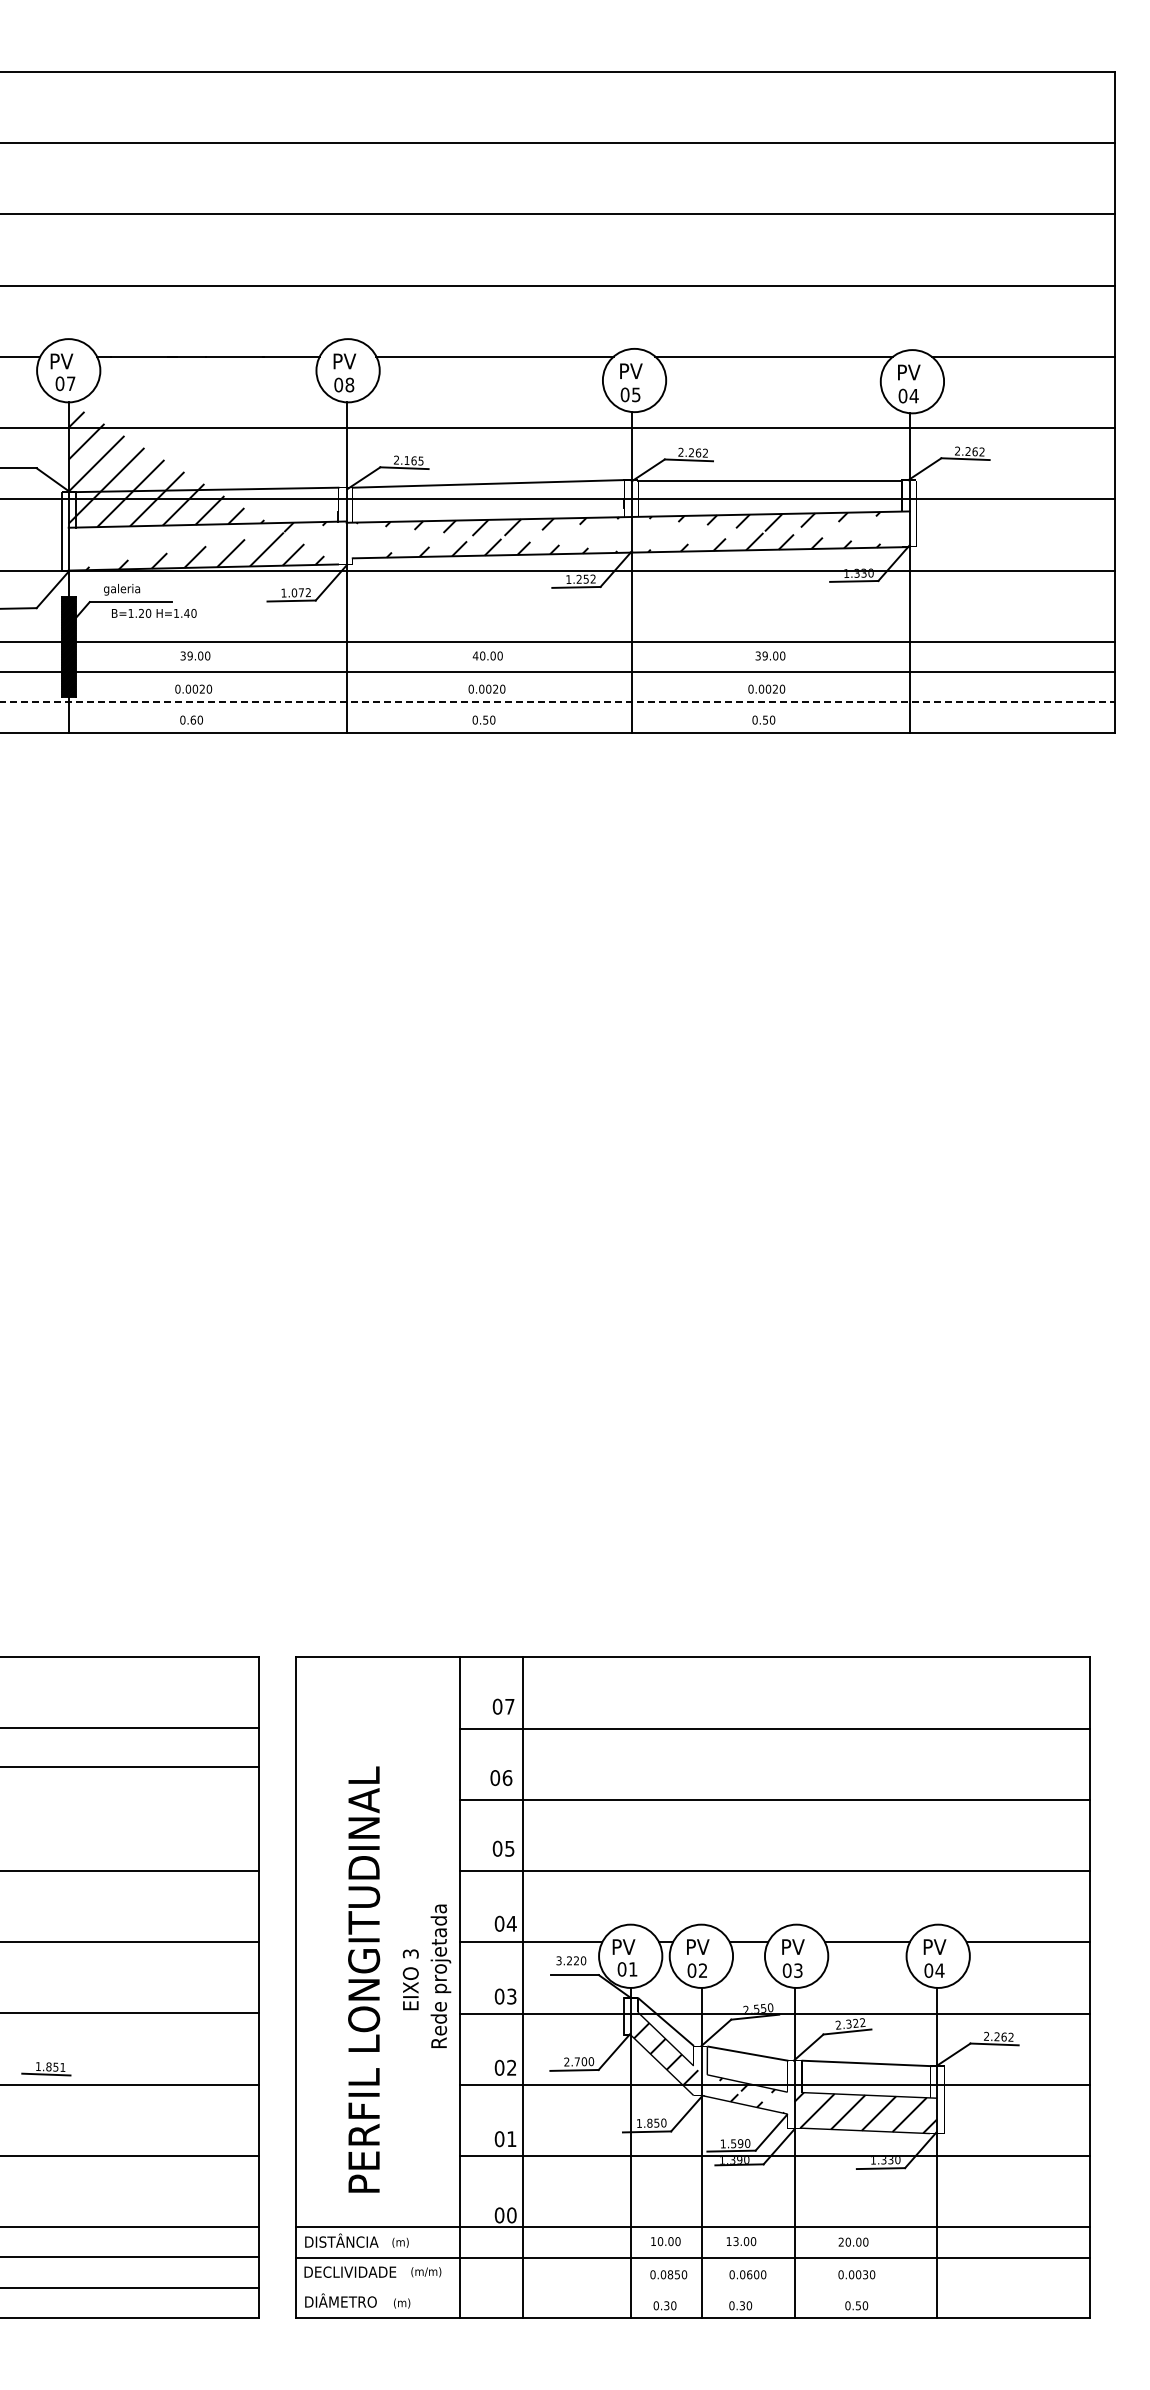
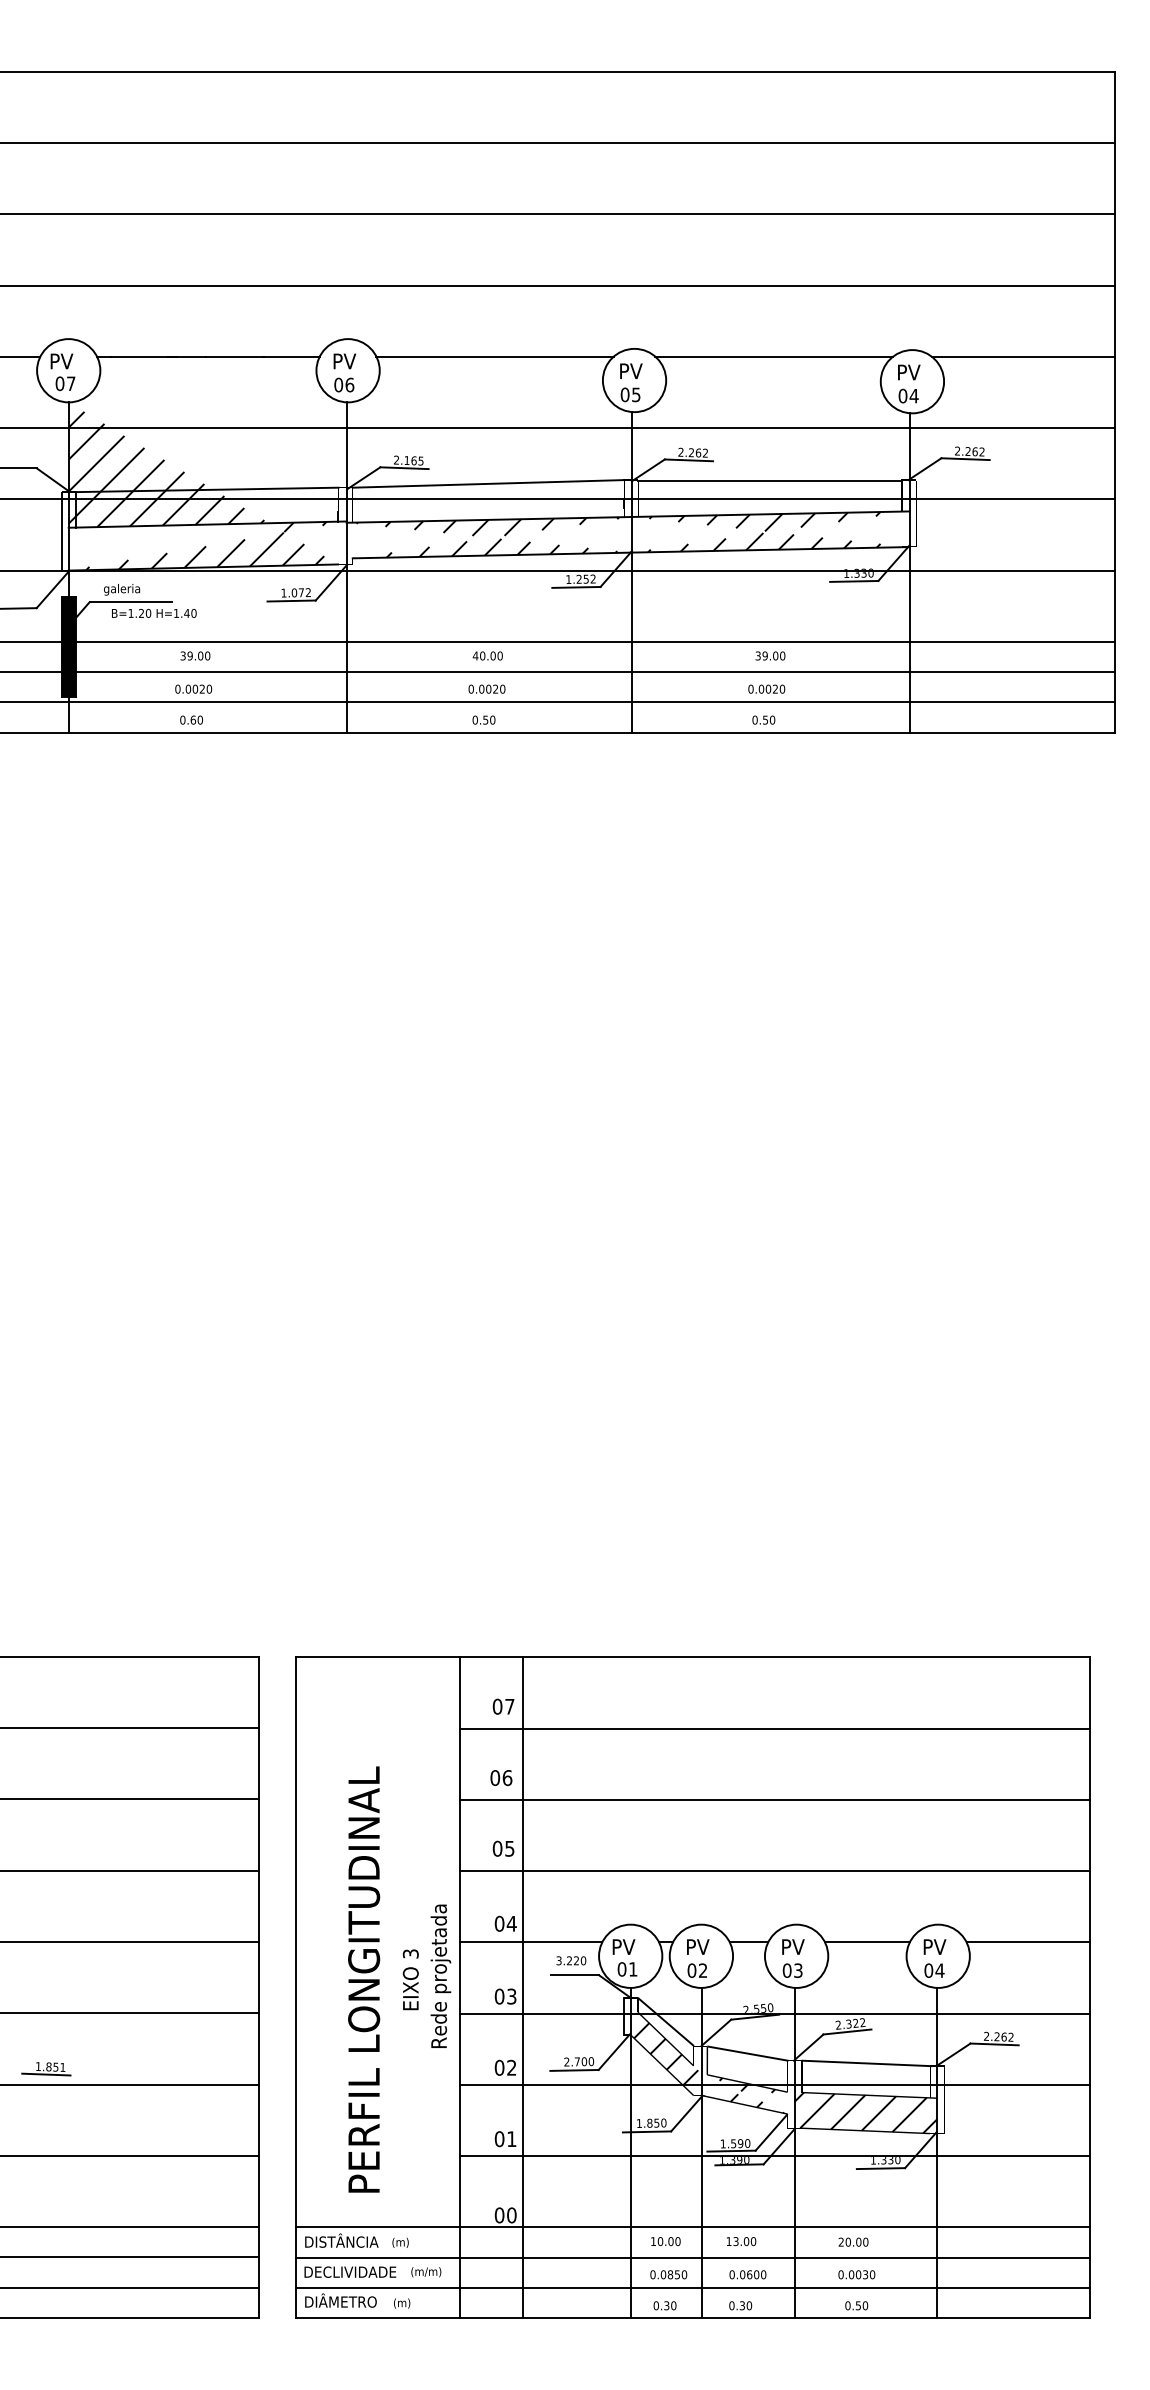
text at (349, 384): 08 -> 06
line at (558, 702): dashed -> solid
line at (130, 1767) position: (130, 1767) -> (130, 1799)
line at (693, 2288): none -> present
